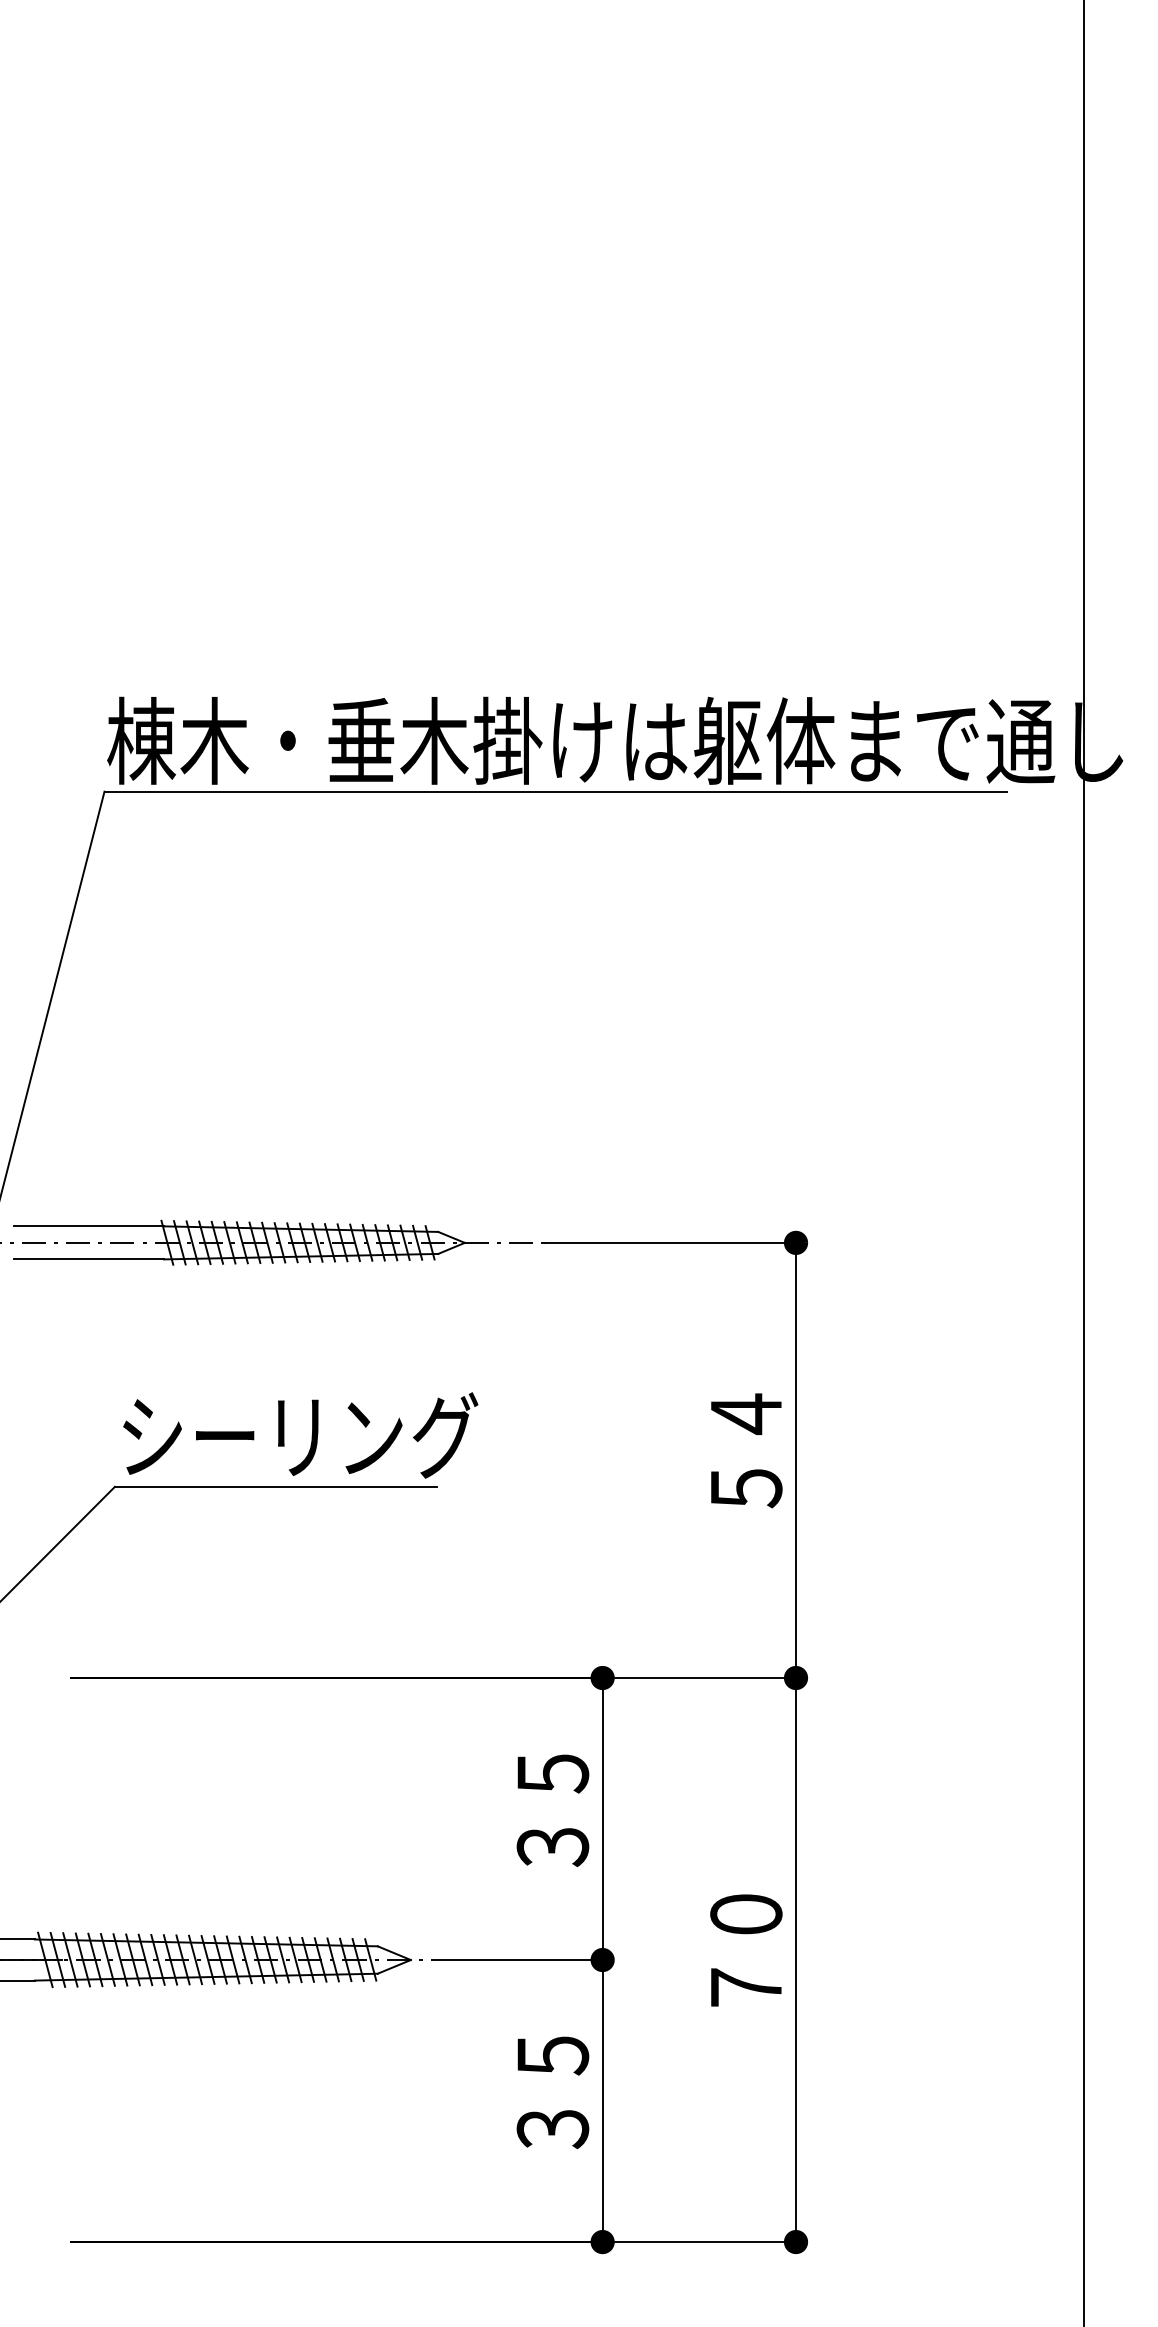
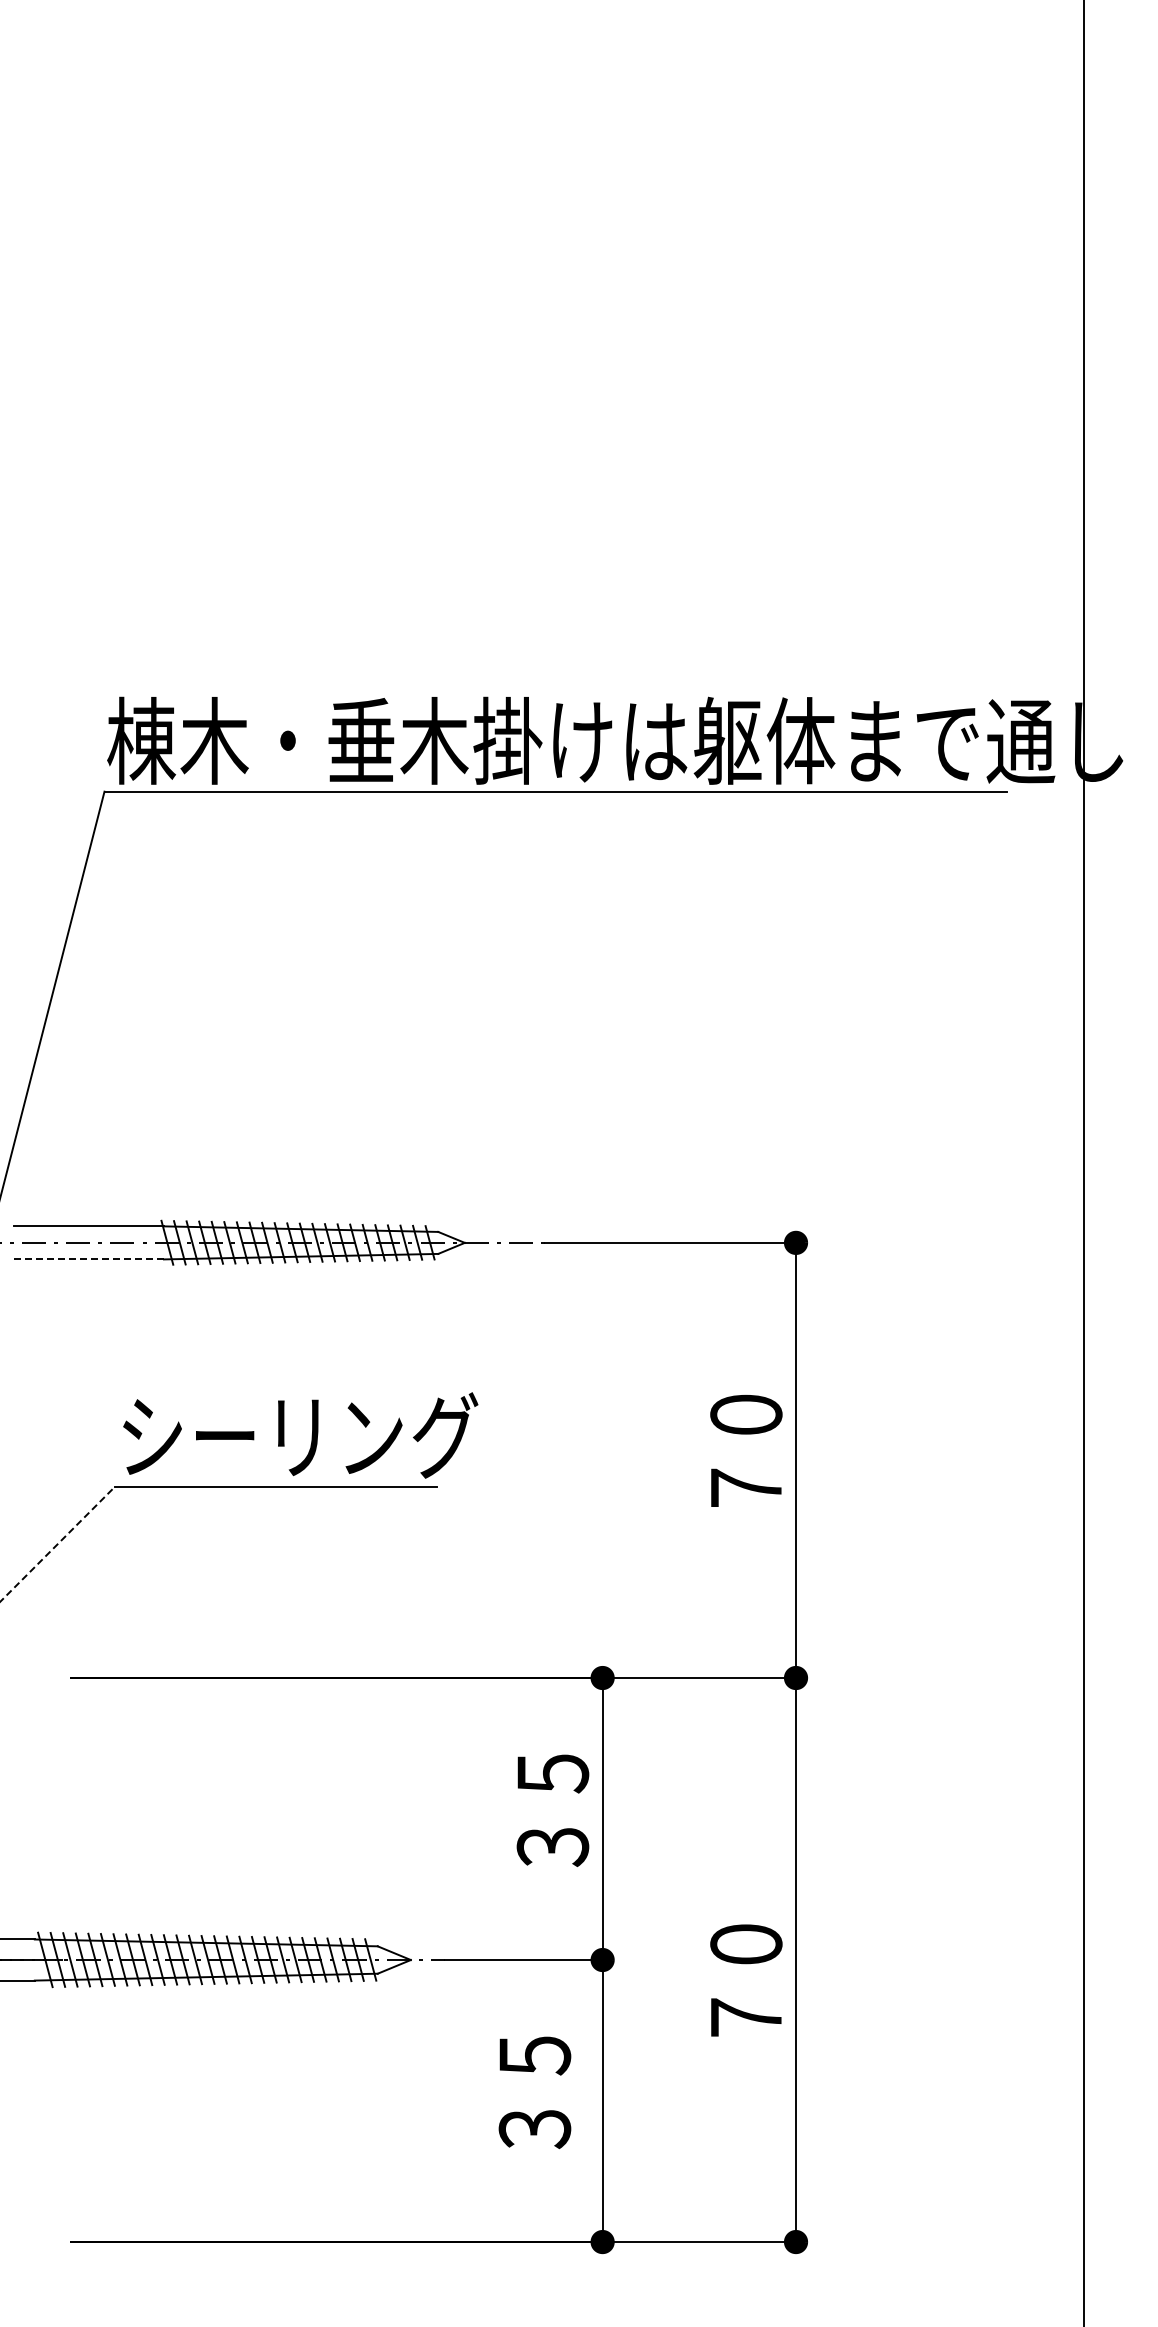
line at (89, 1259): solid -> dashed
text at (746, 1450): ５４ -> ７０
line at (57, 1544): solid -> dashed
text at (746, 1950) position: (746, 1950) -> (746, 1980)
text at (552, 2092) position: (552, 2092) -> (534, 2092)
